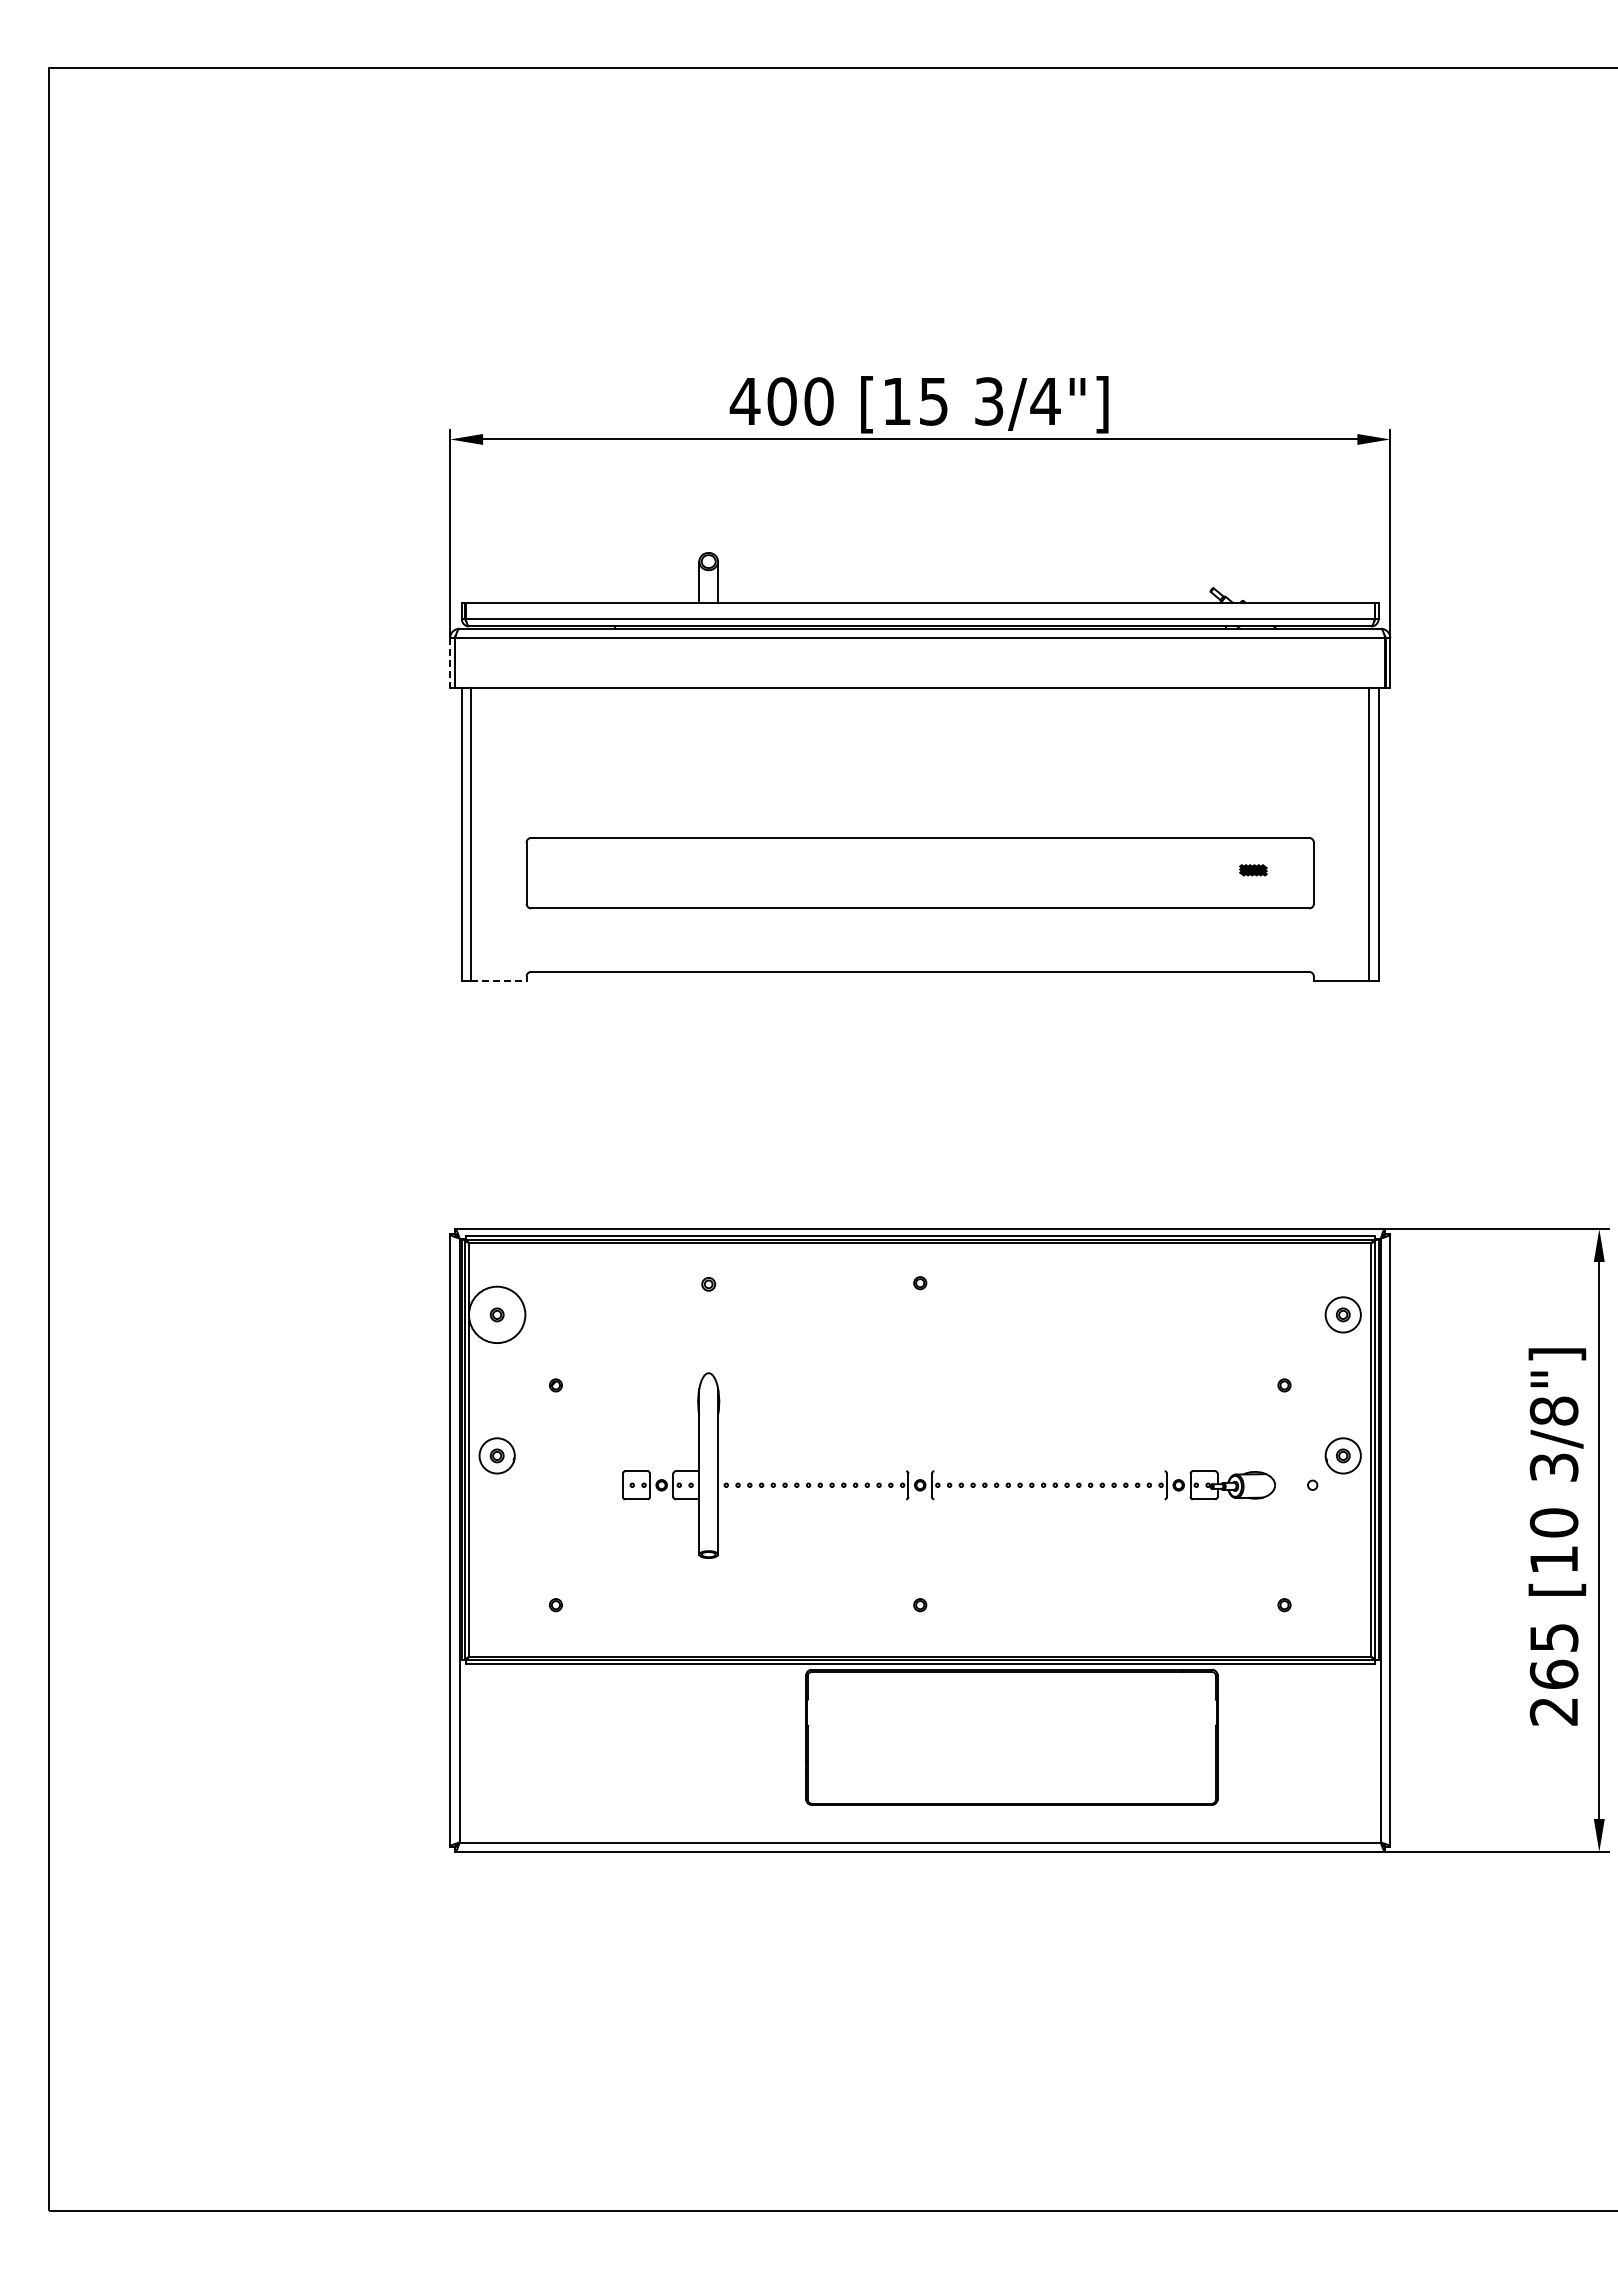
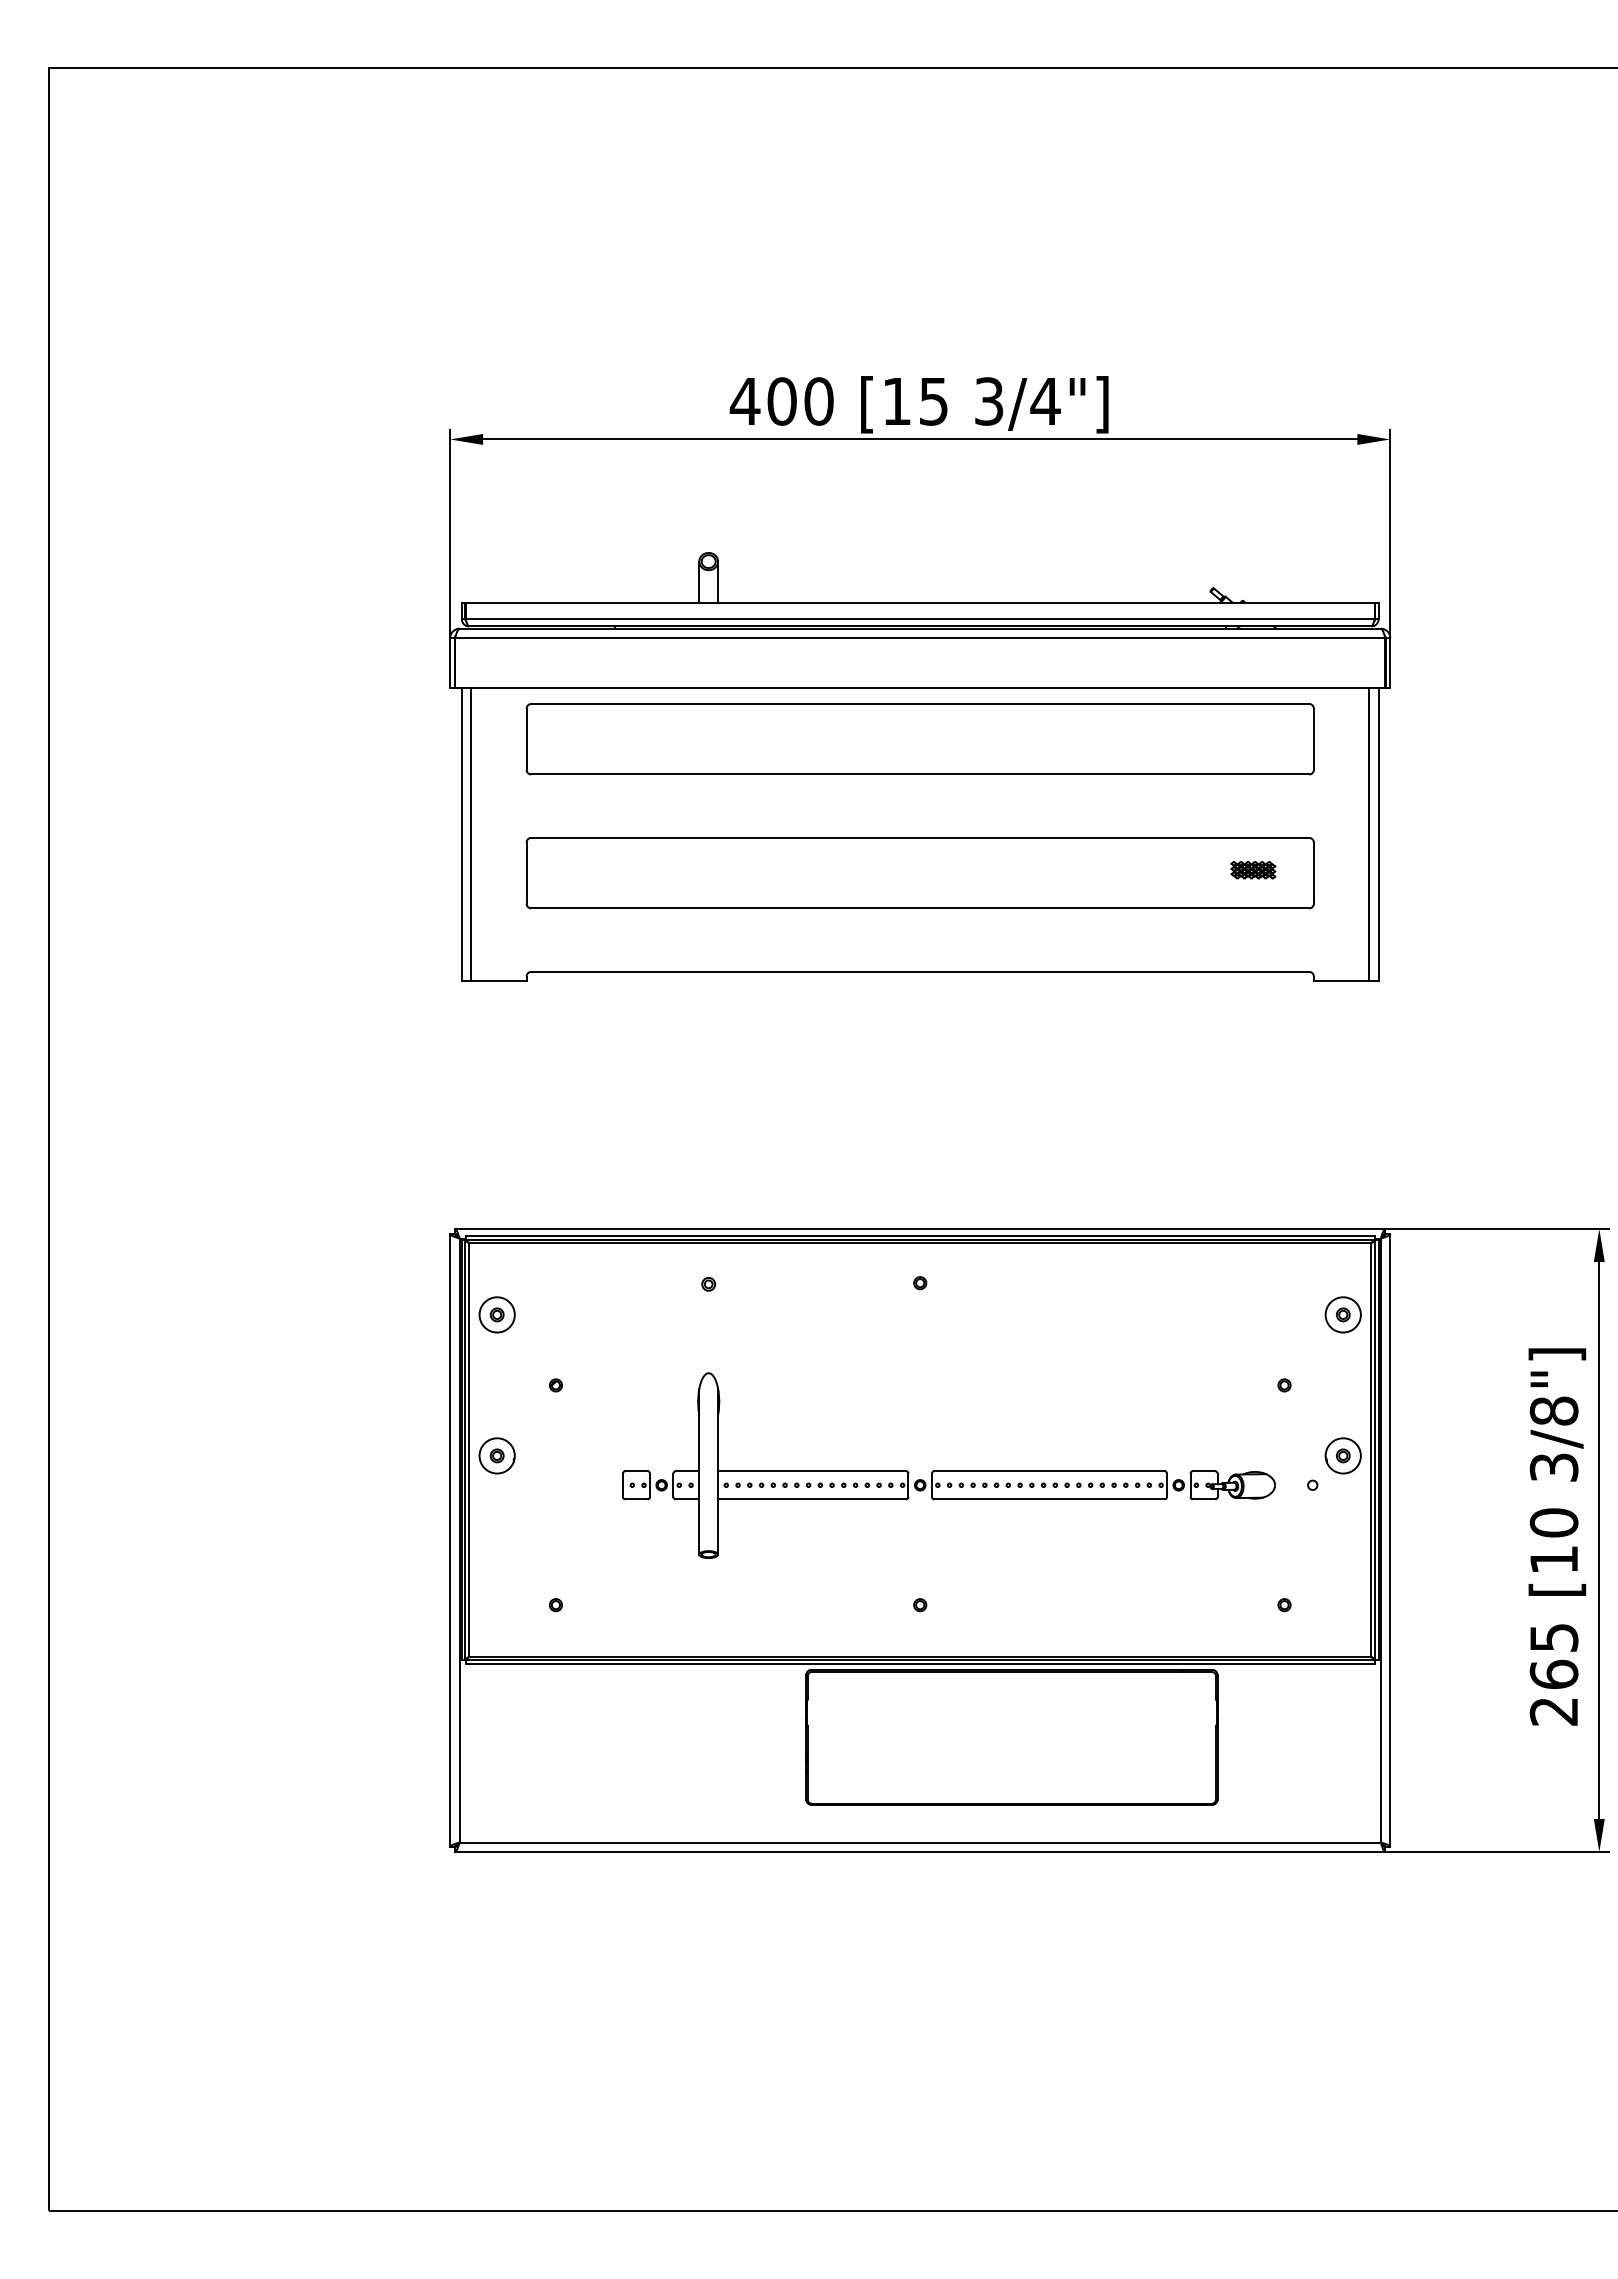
line at (450, 662): dashed -> solid
part at (919, 739): none -> present
part at (1253, 870) size: 29x13 px -> 47x19 px
line at (498, 981): dashed -> solid
circle at (497, 1314) diameter: 56 px -> 35 px
line at (812, 1471): none -> present
line at (1049, 1471): none -> present
line at (812, 1499): none -> present
line at (1049, 1499): none -> present
